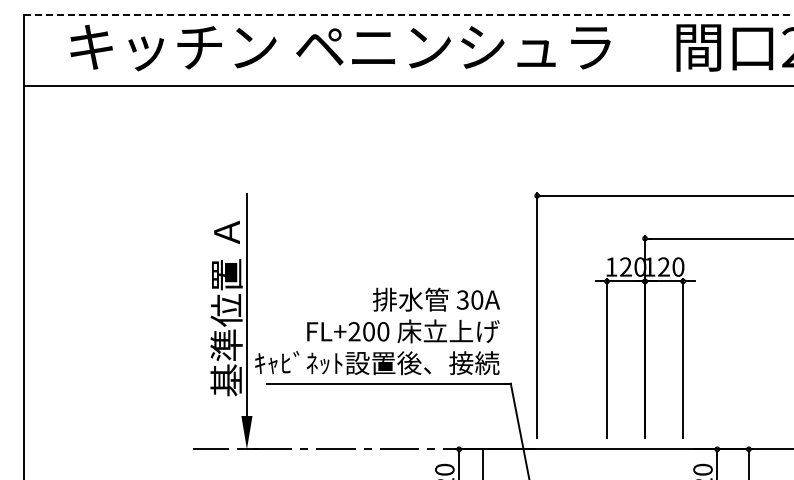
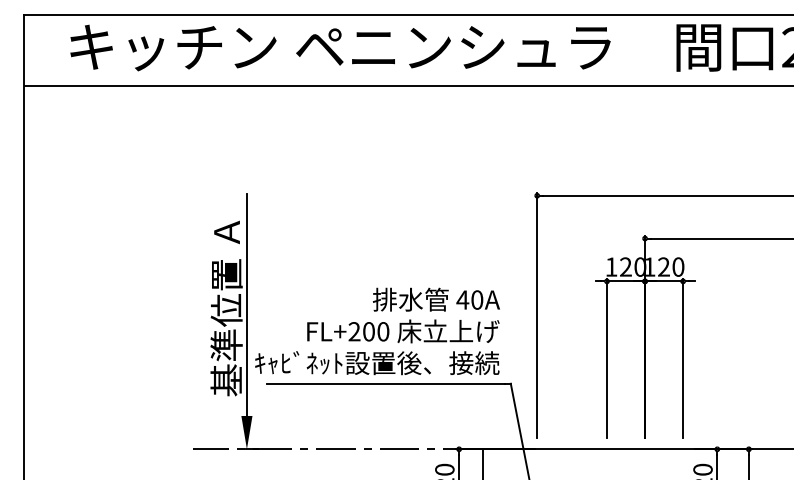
line at (408, 14): dashed -> solid
text at (462, 299): 30A -> 40A
